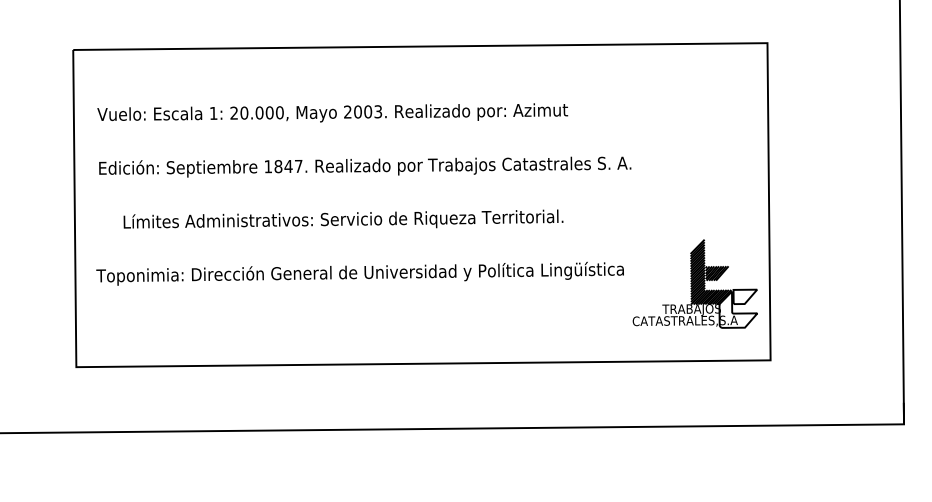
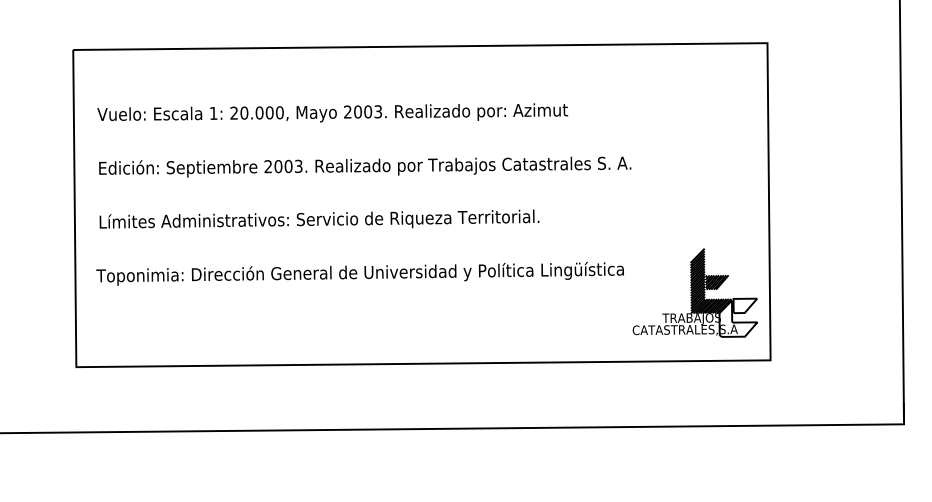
text at (283, 166): 1847. -> 2003.
text at (343, 218) position: (343, 218) -> (319, 218)
part at (694, 283) position: (694, 283) -> (694, 292)
